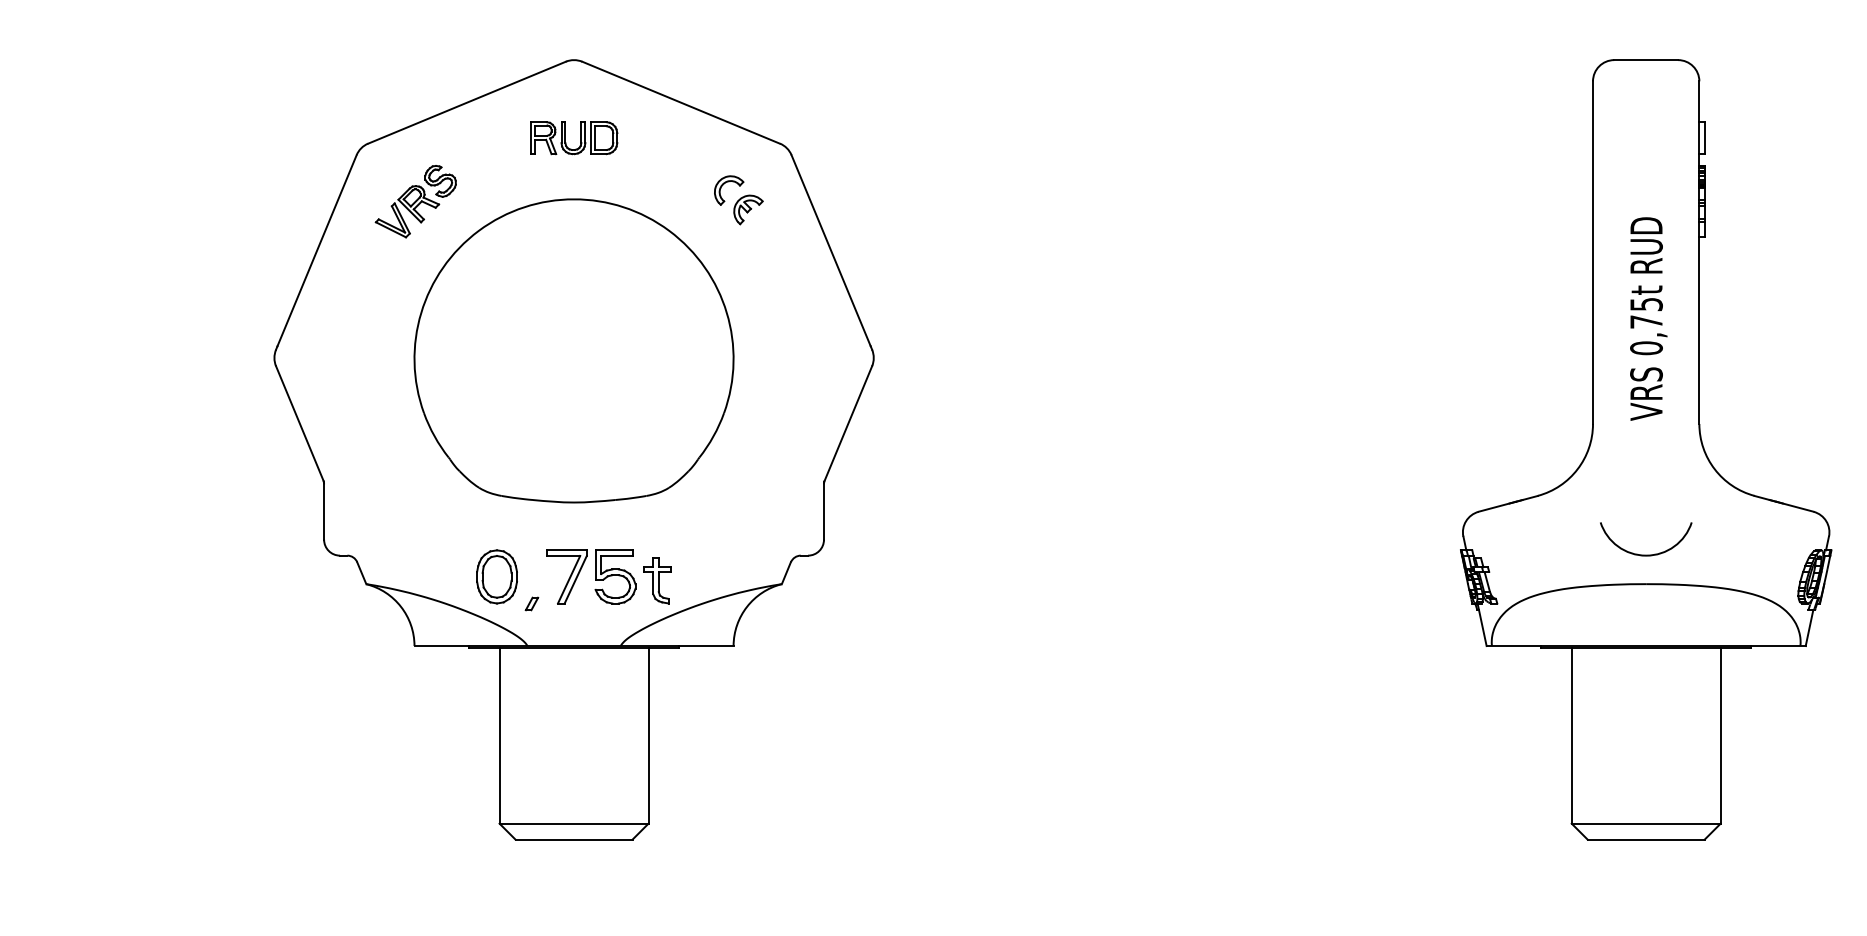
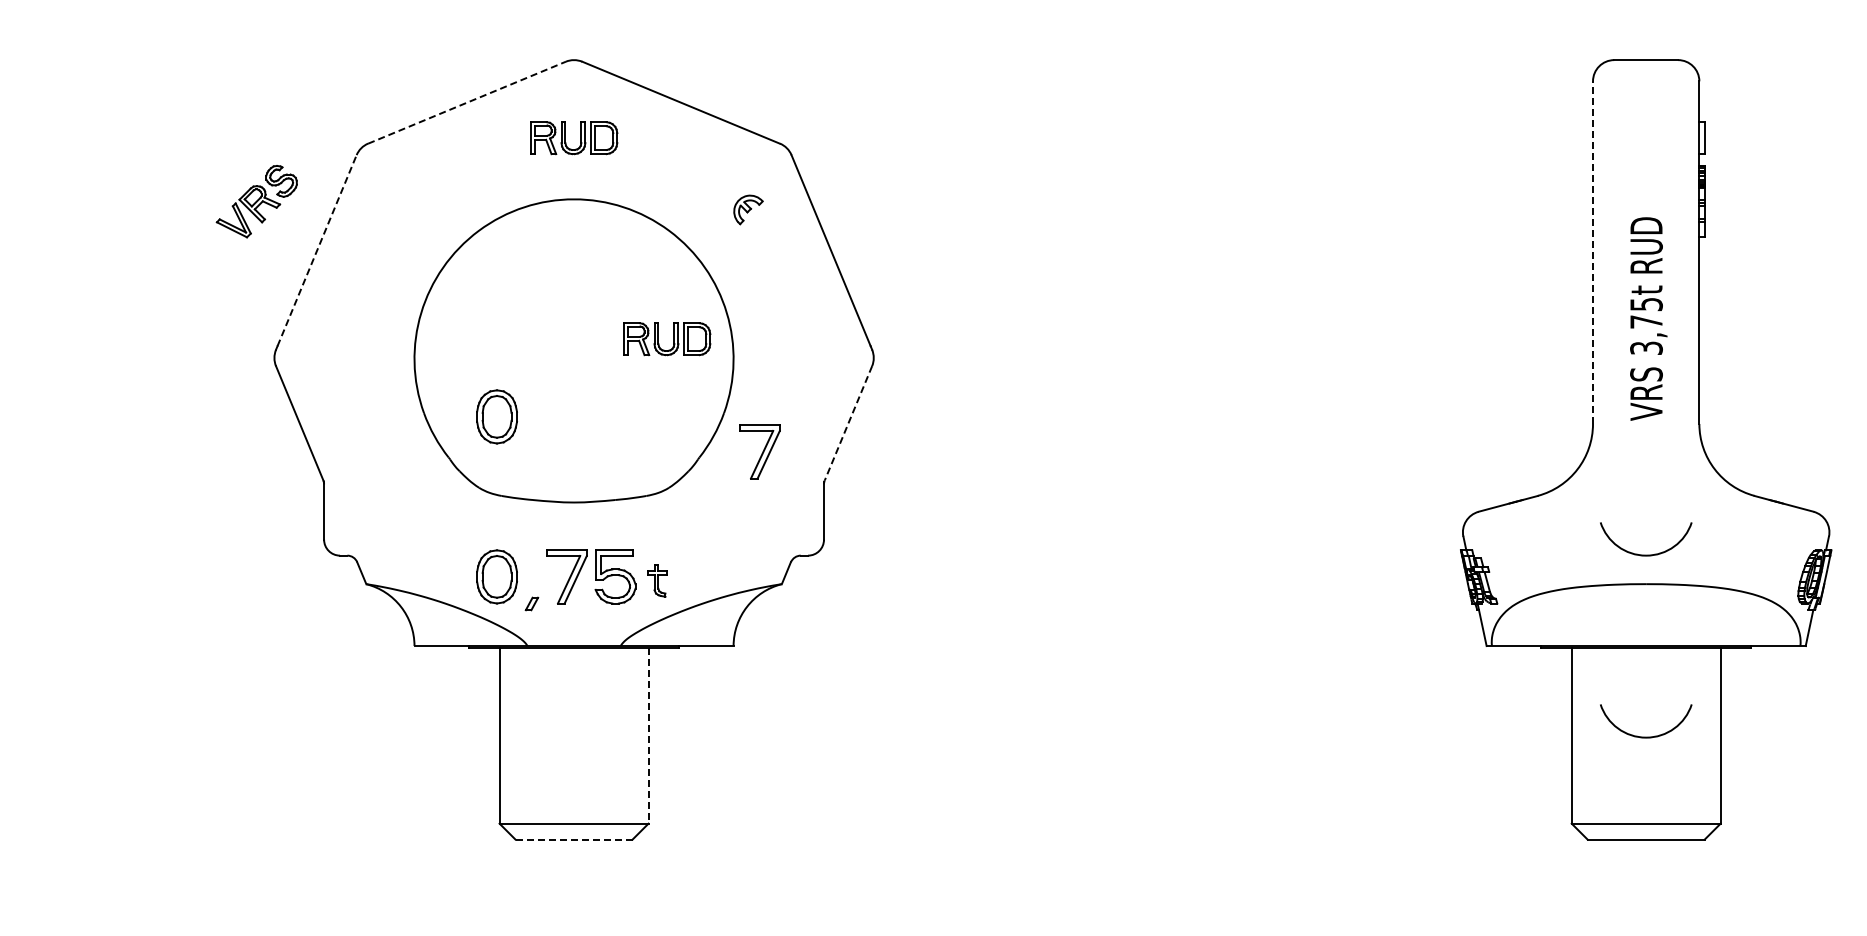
line at (467, 102): solid -> dashed
part at (724, 184): present -> none
part at (415, 201) position: (415, 201) -> (256, 201)
line at (317, 250): solid -> dashed
line at (1593, 252): solid -> dashed
part at (667, 339): none -> present
text at (1646, 348): 0,75t -> 3,75t
part at (496, 416): none -> present
line at (848, 423): solid -> dashed
part at (759, 451): none -> present
part at (657, 580) size: 29x48 px -> 21x34 px
line at (648, 735): solid -> dashed
arc at (1646, 736): none -> present
line at (574, 839): solid -> dashed
